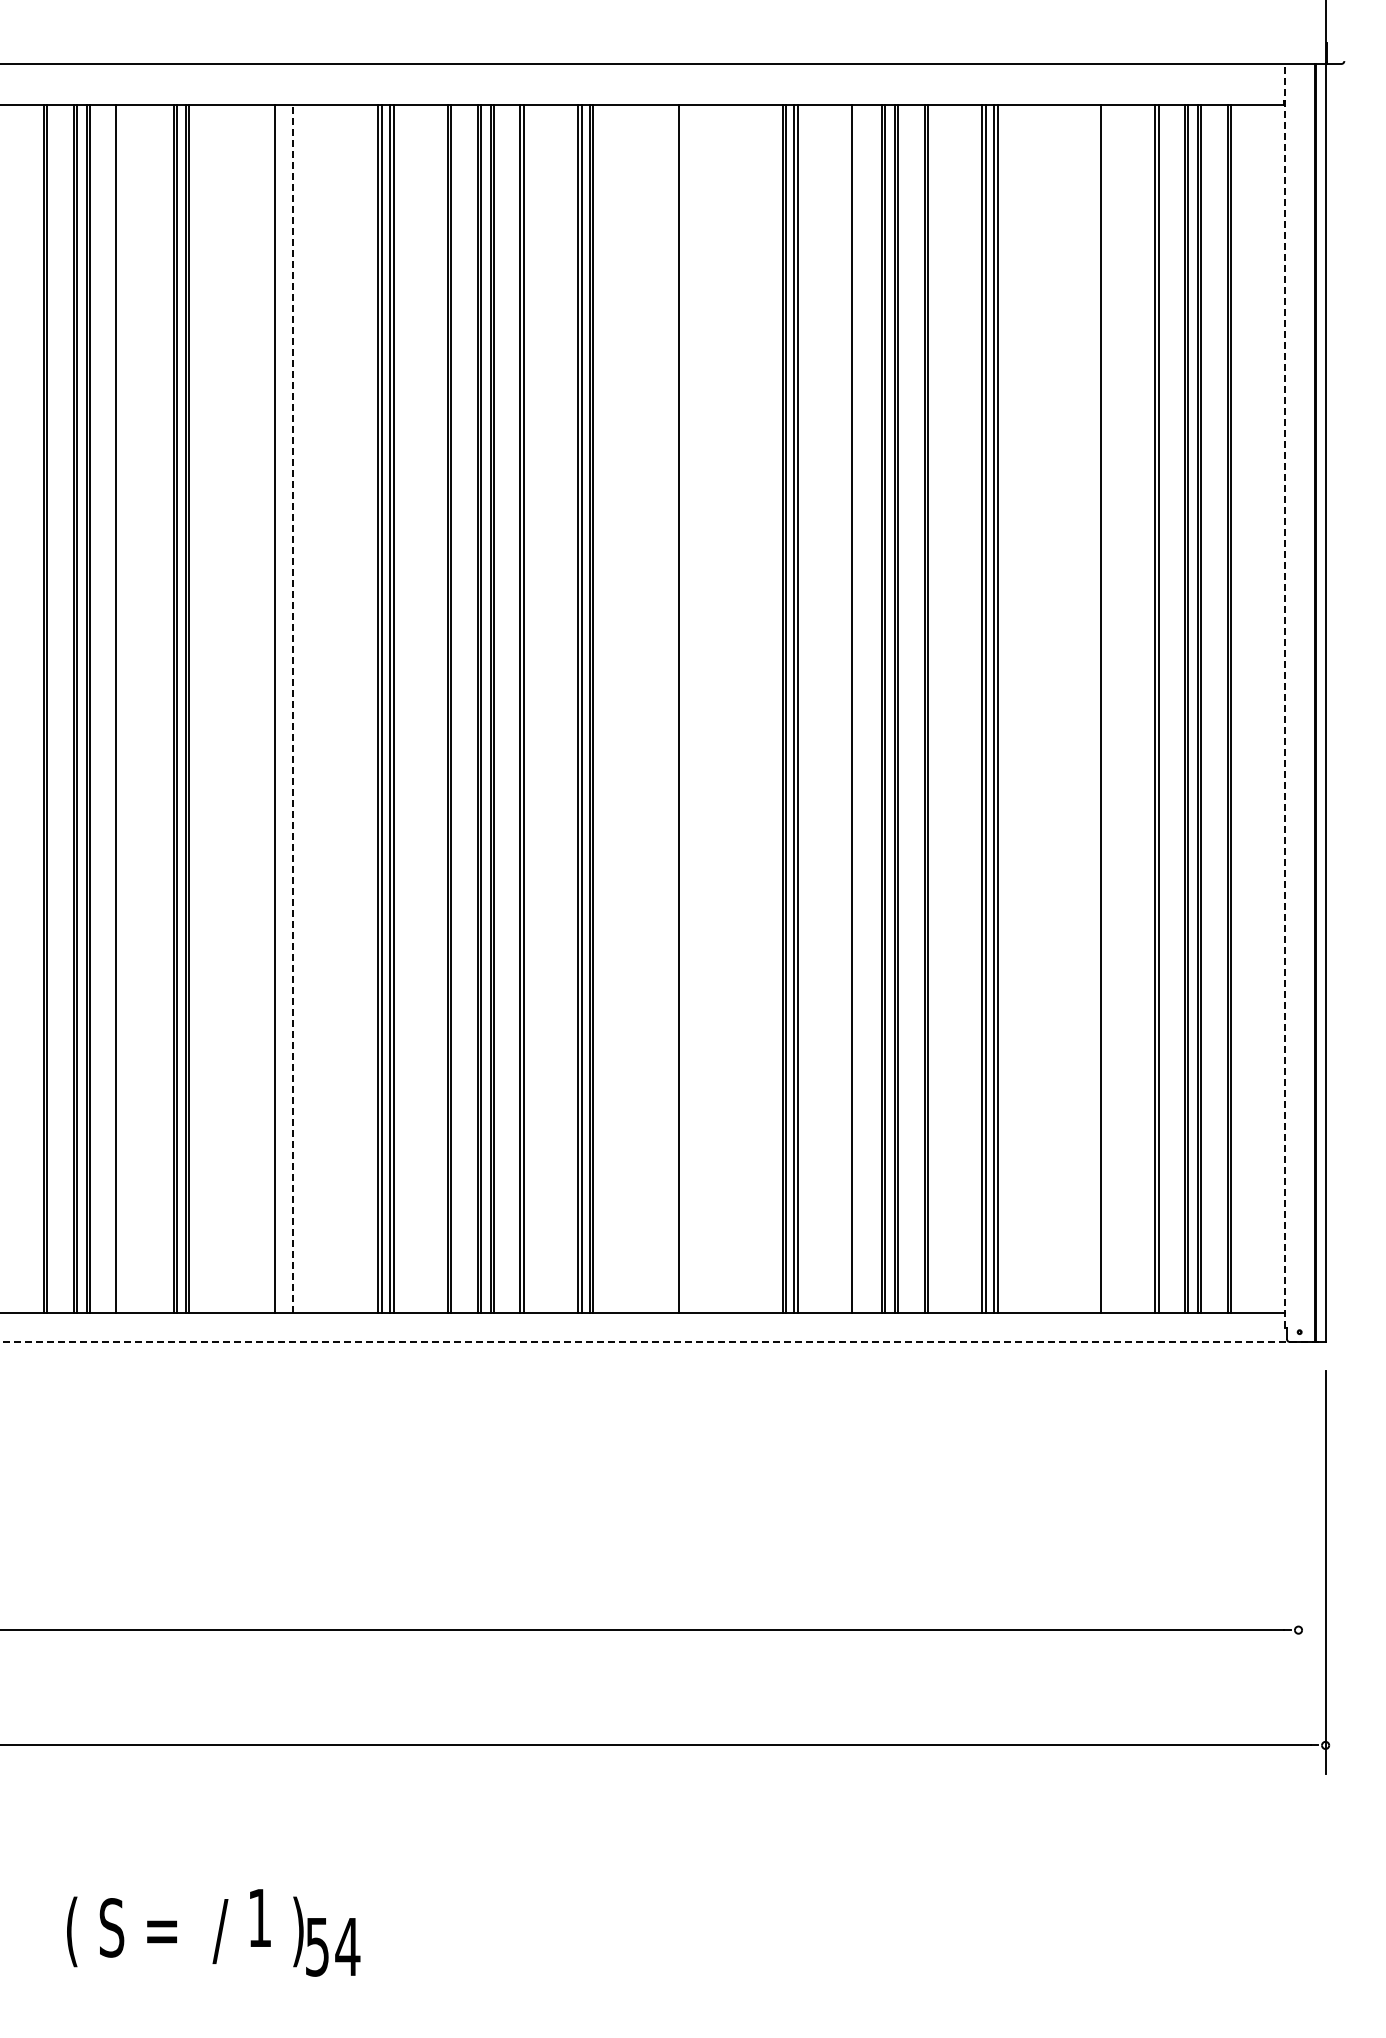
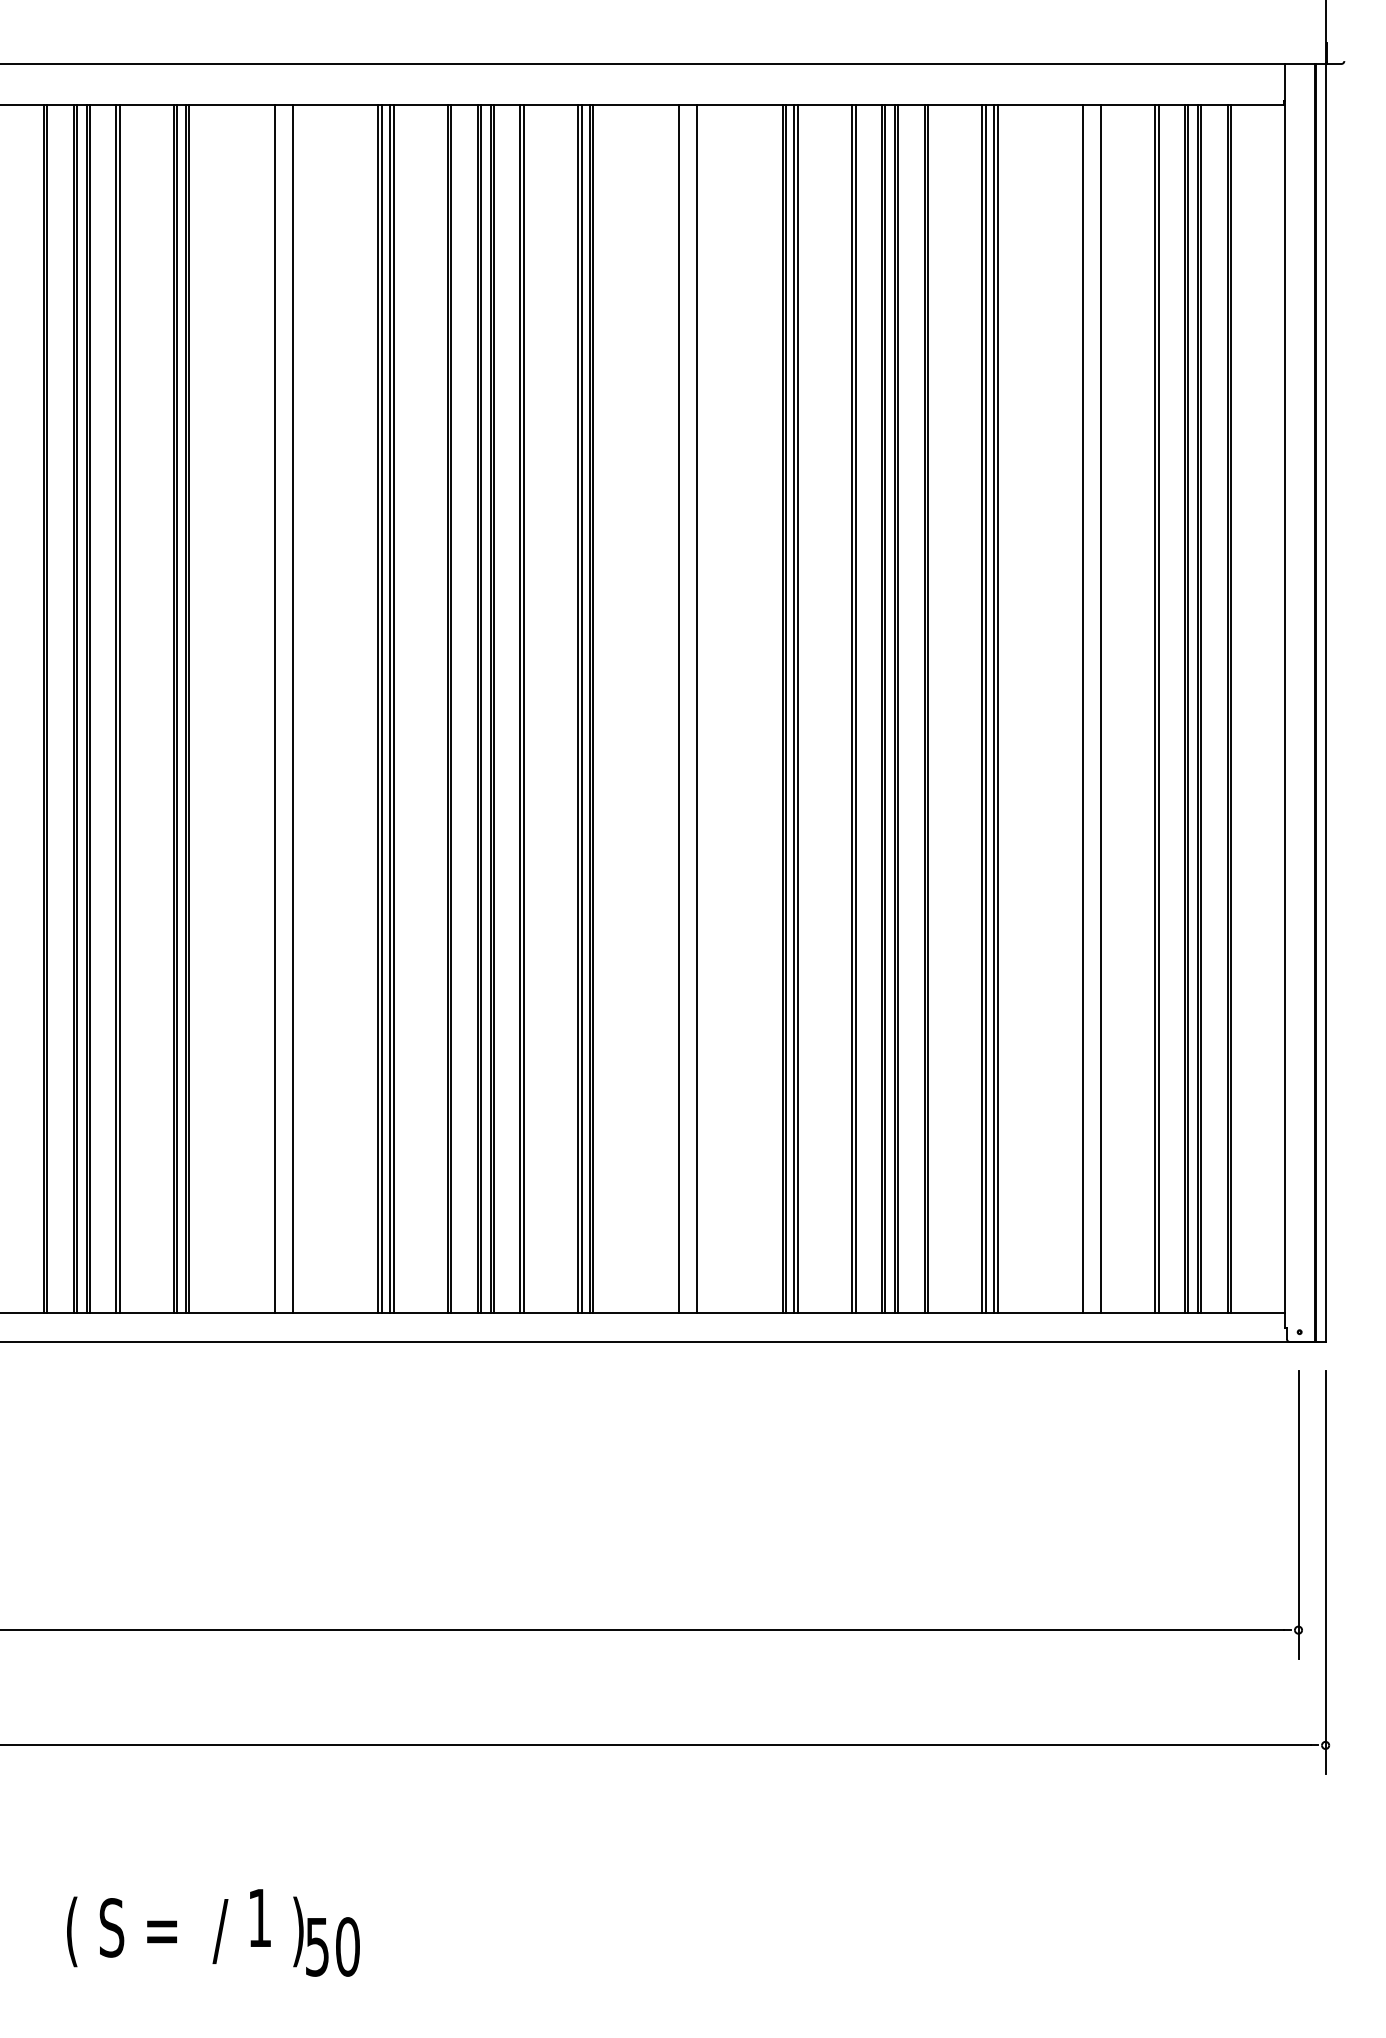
line at (1285, 695): dashed -> solid
line at (119, 708): none -> present
line at (292, 708): dashed -> solid
line at (696, 708): none -> present
line at (855, 708): none -> present
line at (1082, 708): none -> present
line at (658, 1342): dashed -> solid
line at (1298, 1514): none -> present
text at (347, 1946): 54 -> 50
